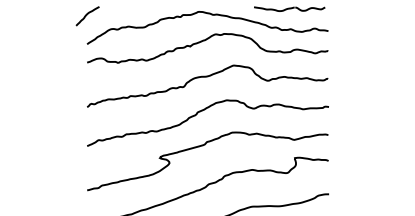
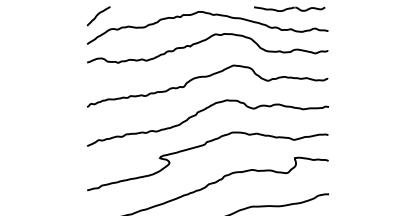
curve at (87, 15) position: (87, 15) -> (98, 15)
